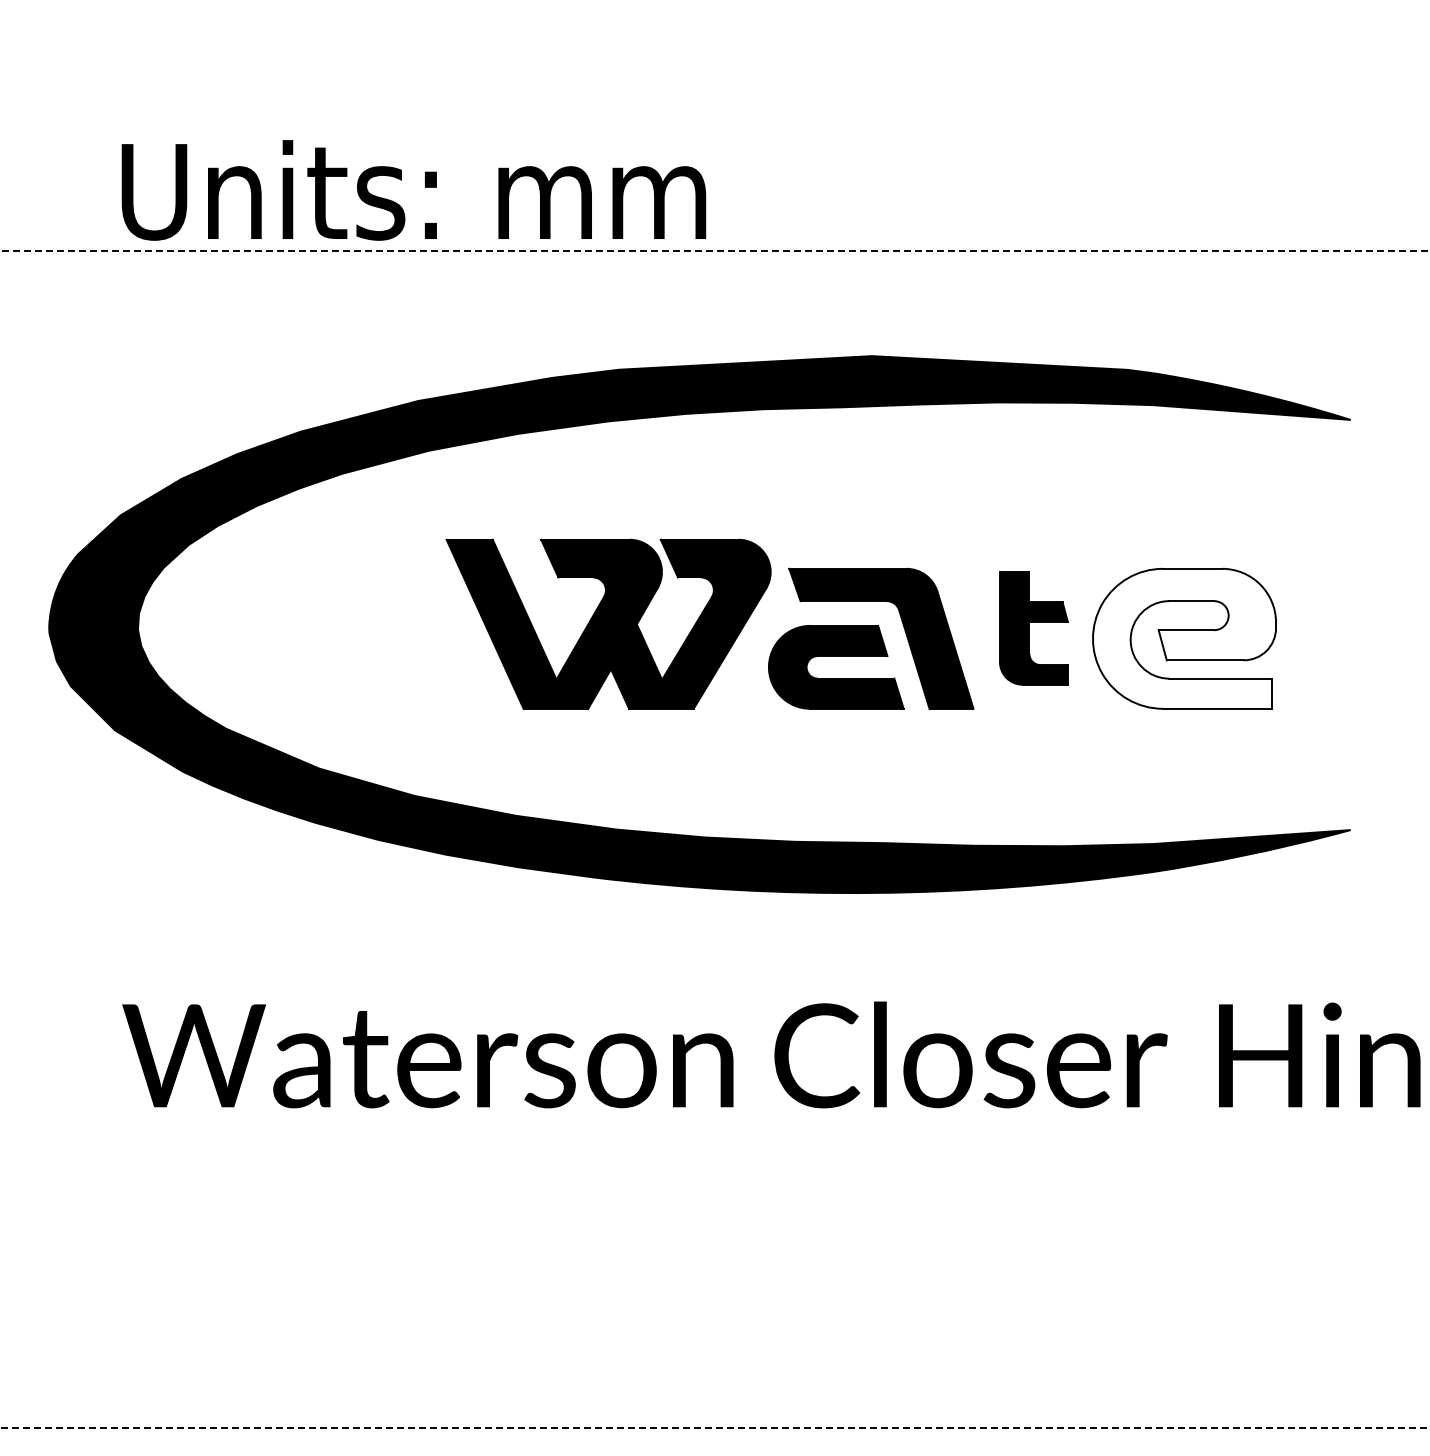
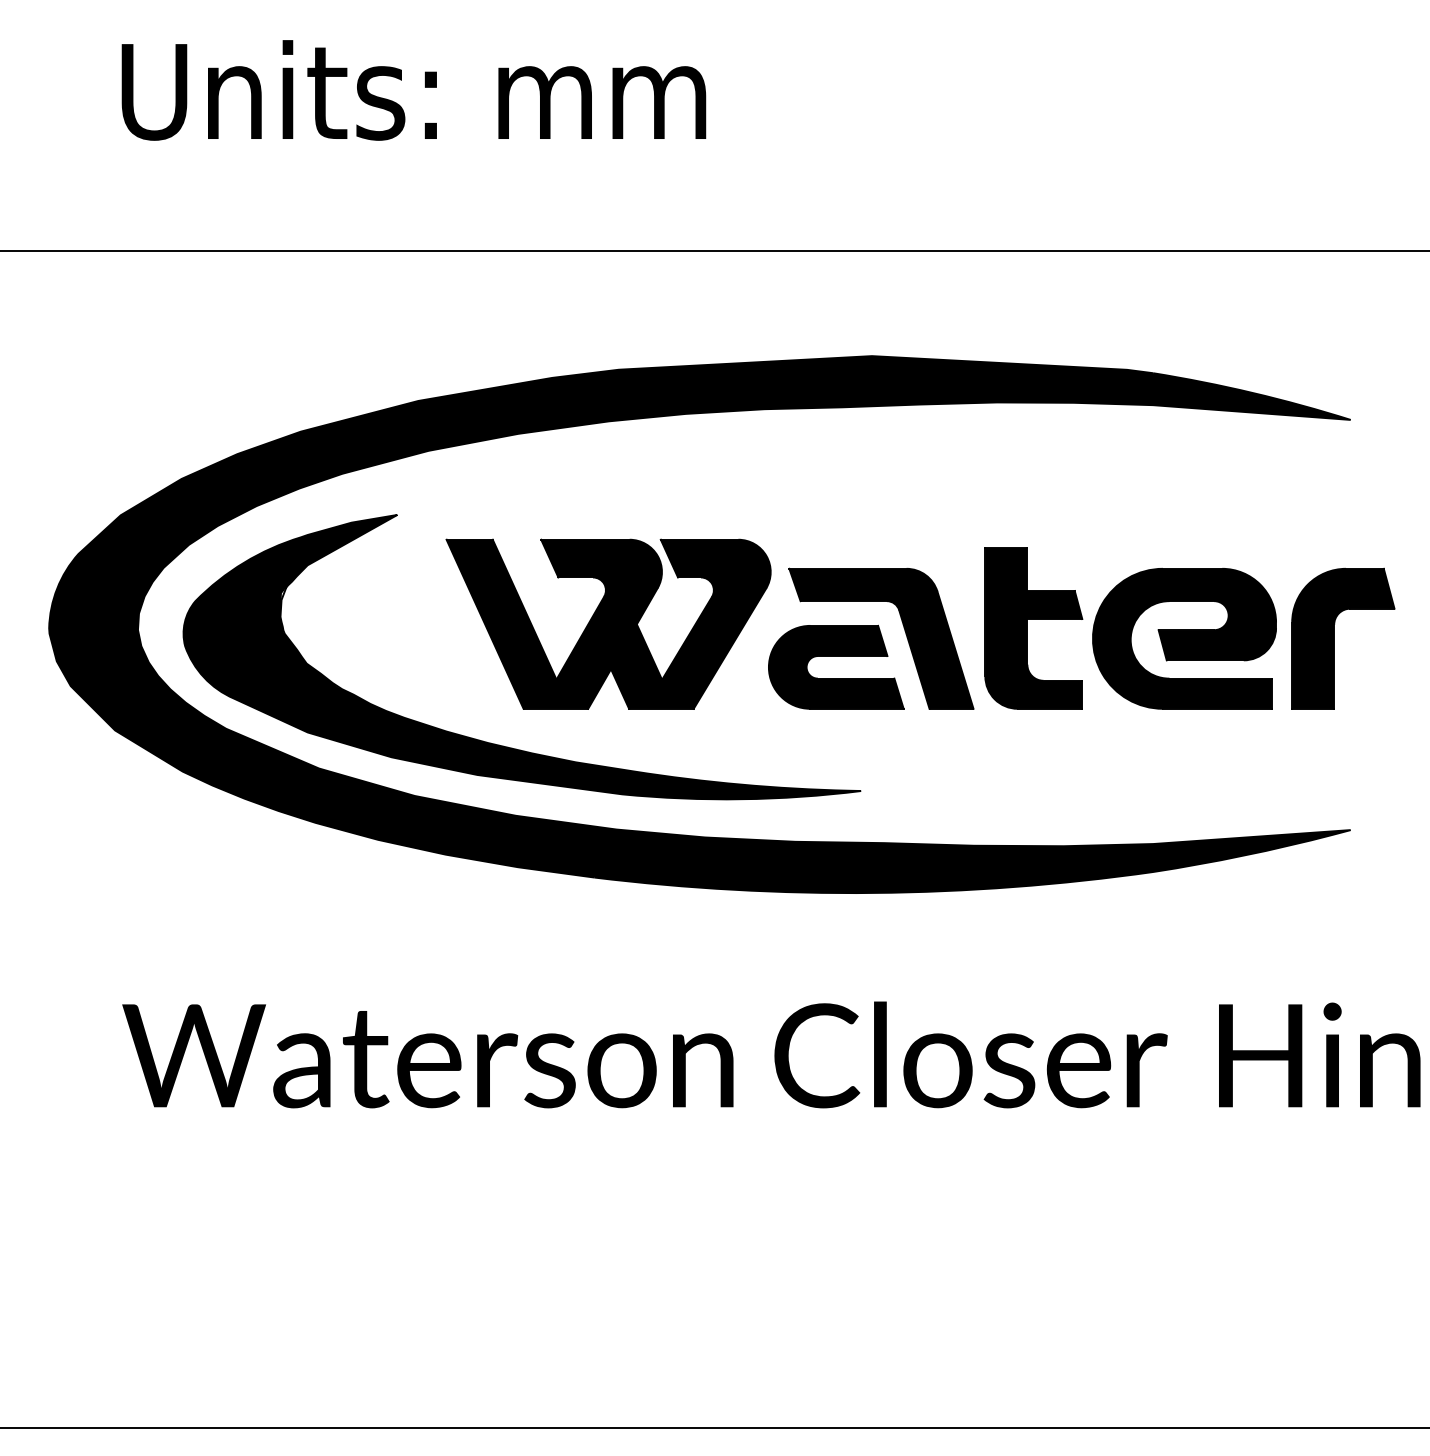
text at (413, 190) position: (413, 190) -> (413, 90)
line at (714, 251): dashed -> solid
part at (1033, 628) size: 70x115 px -> 100x163 px
fill at (1184, 638): none -> present
part at (1334, 638): none -> present
part at (499, 744): none -> present
line at (715, 1428): dashed -> solid
